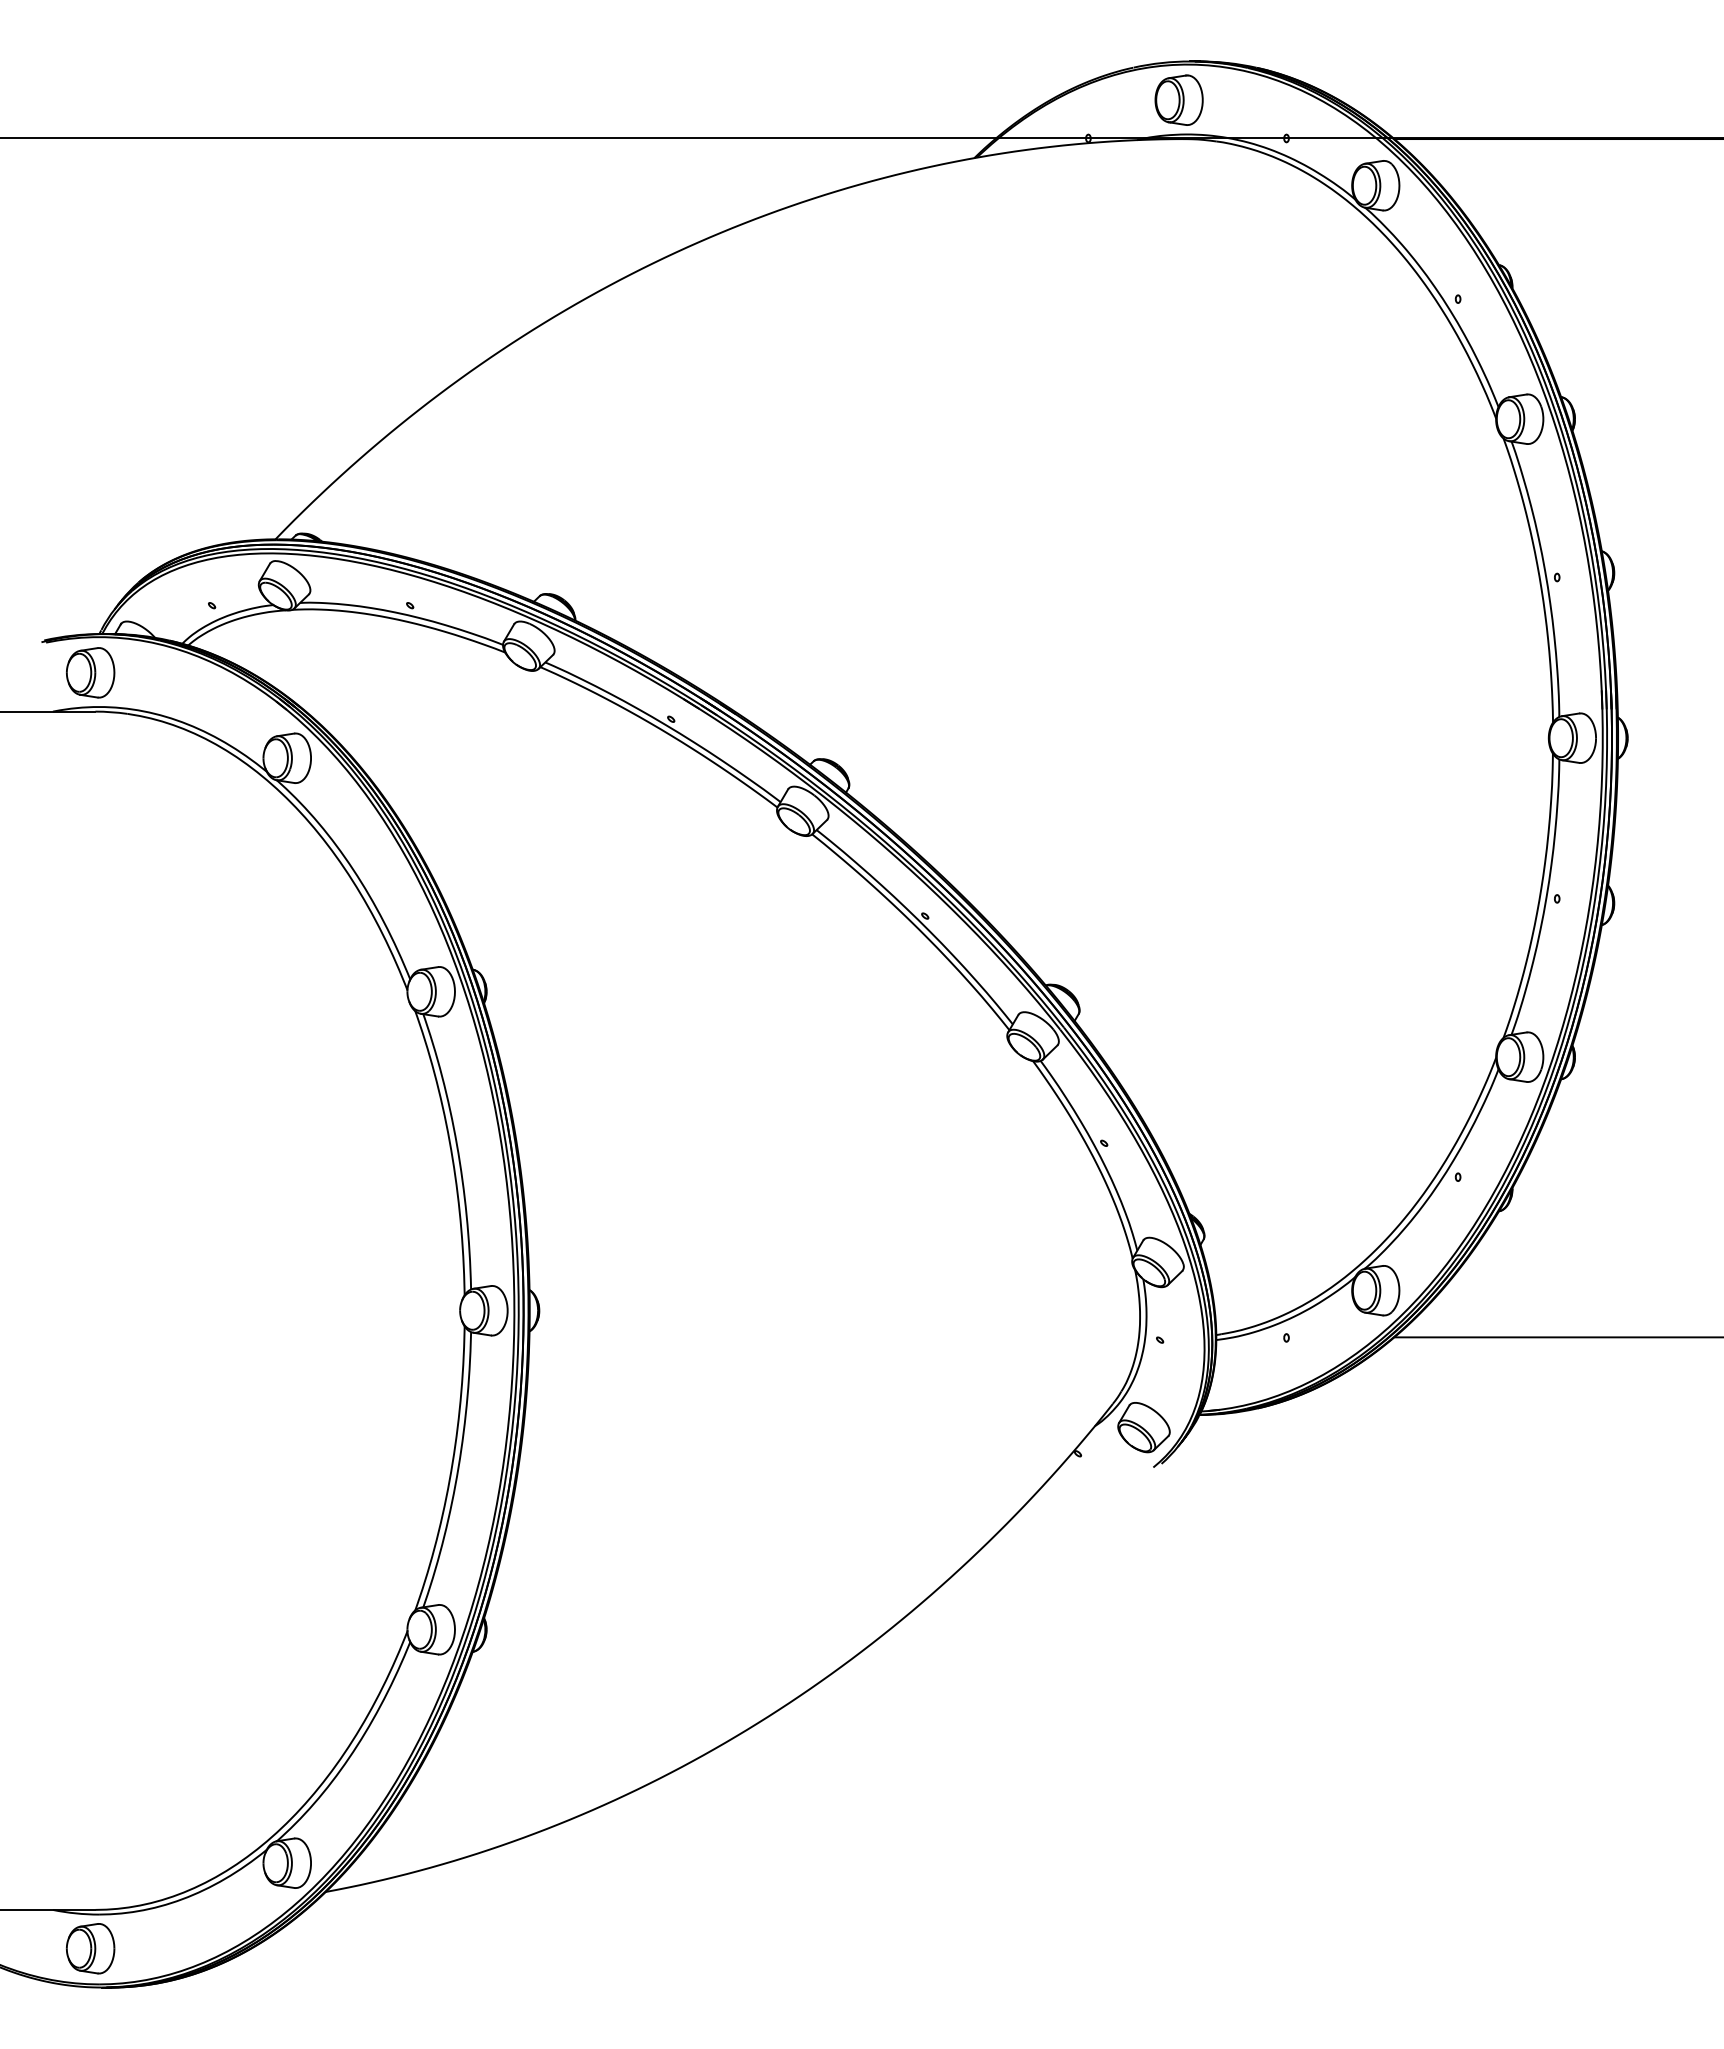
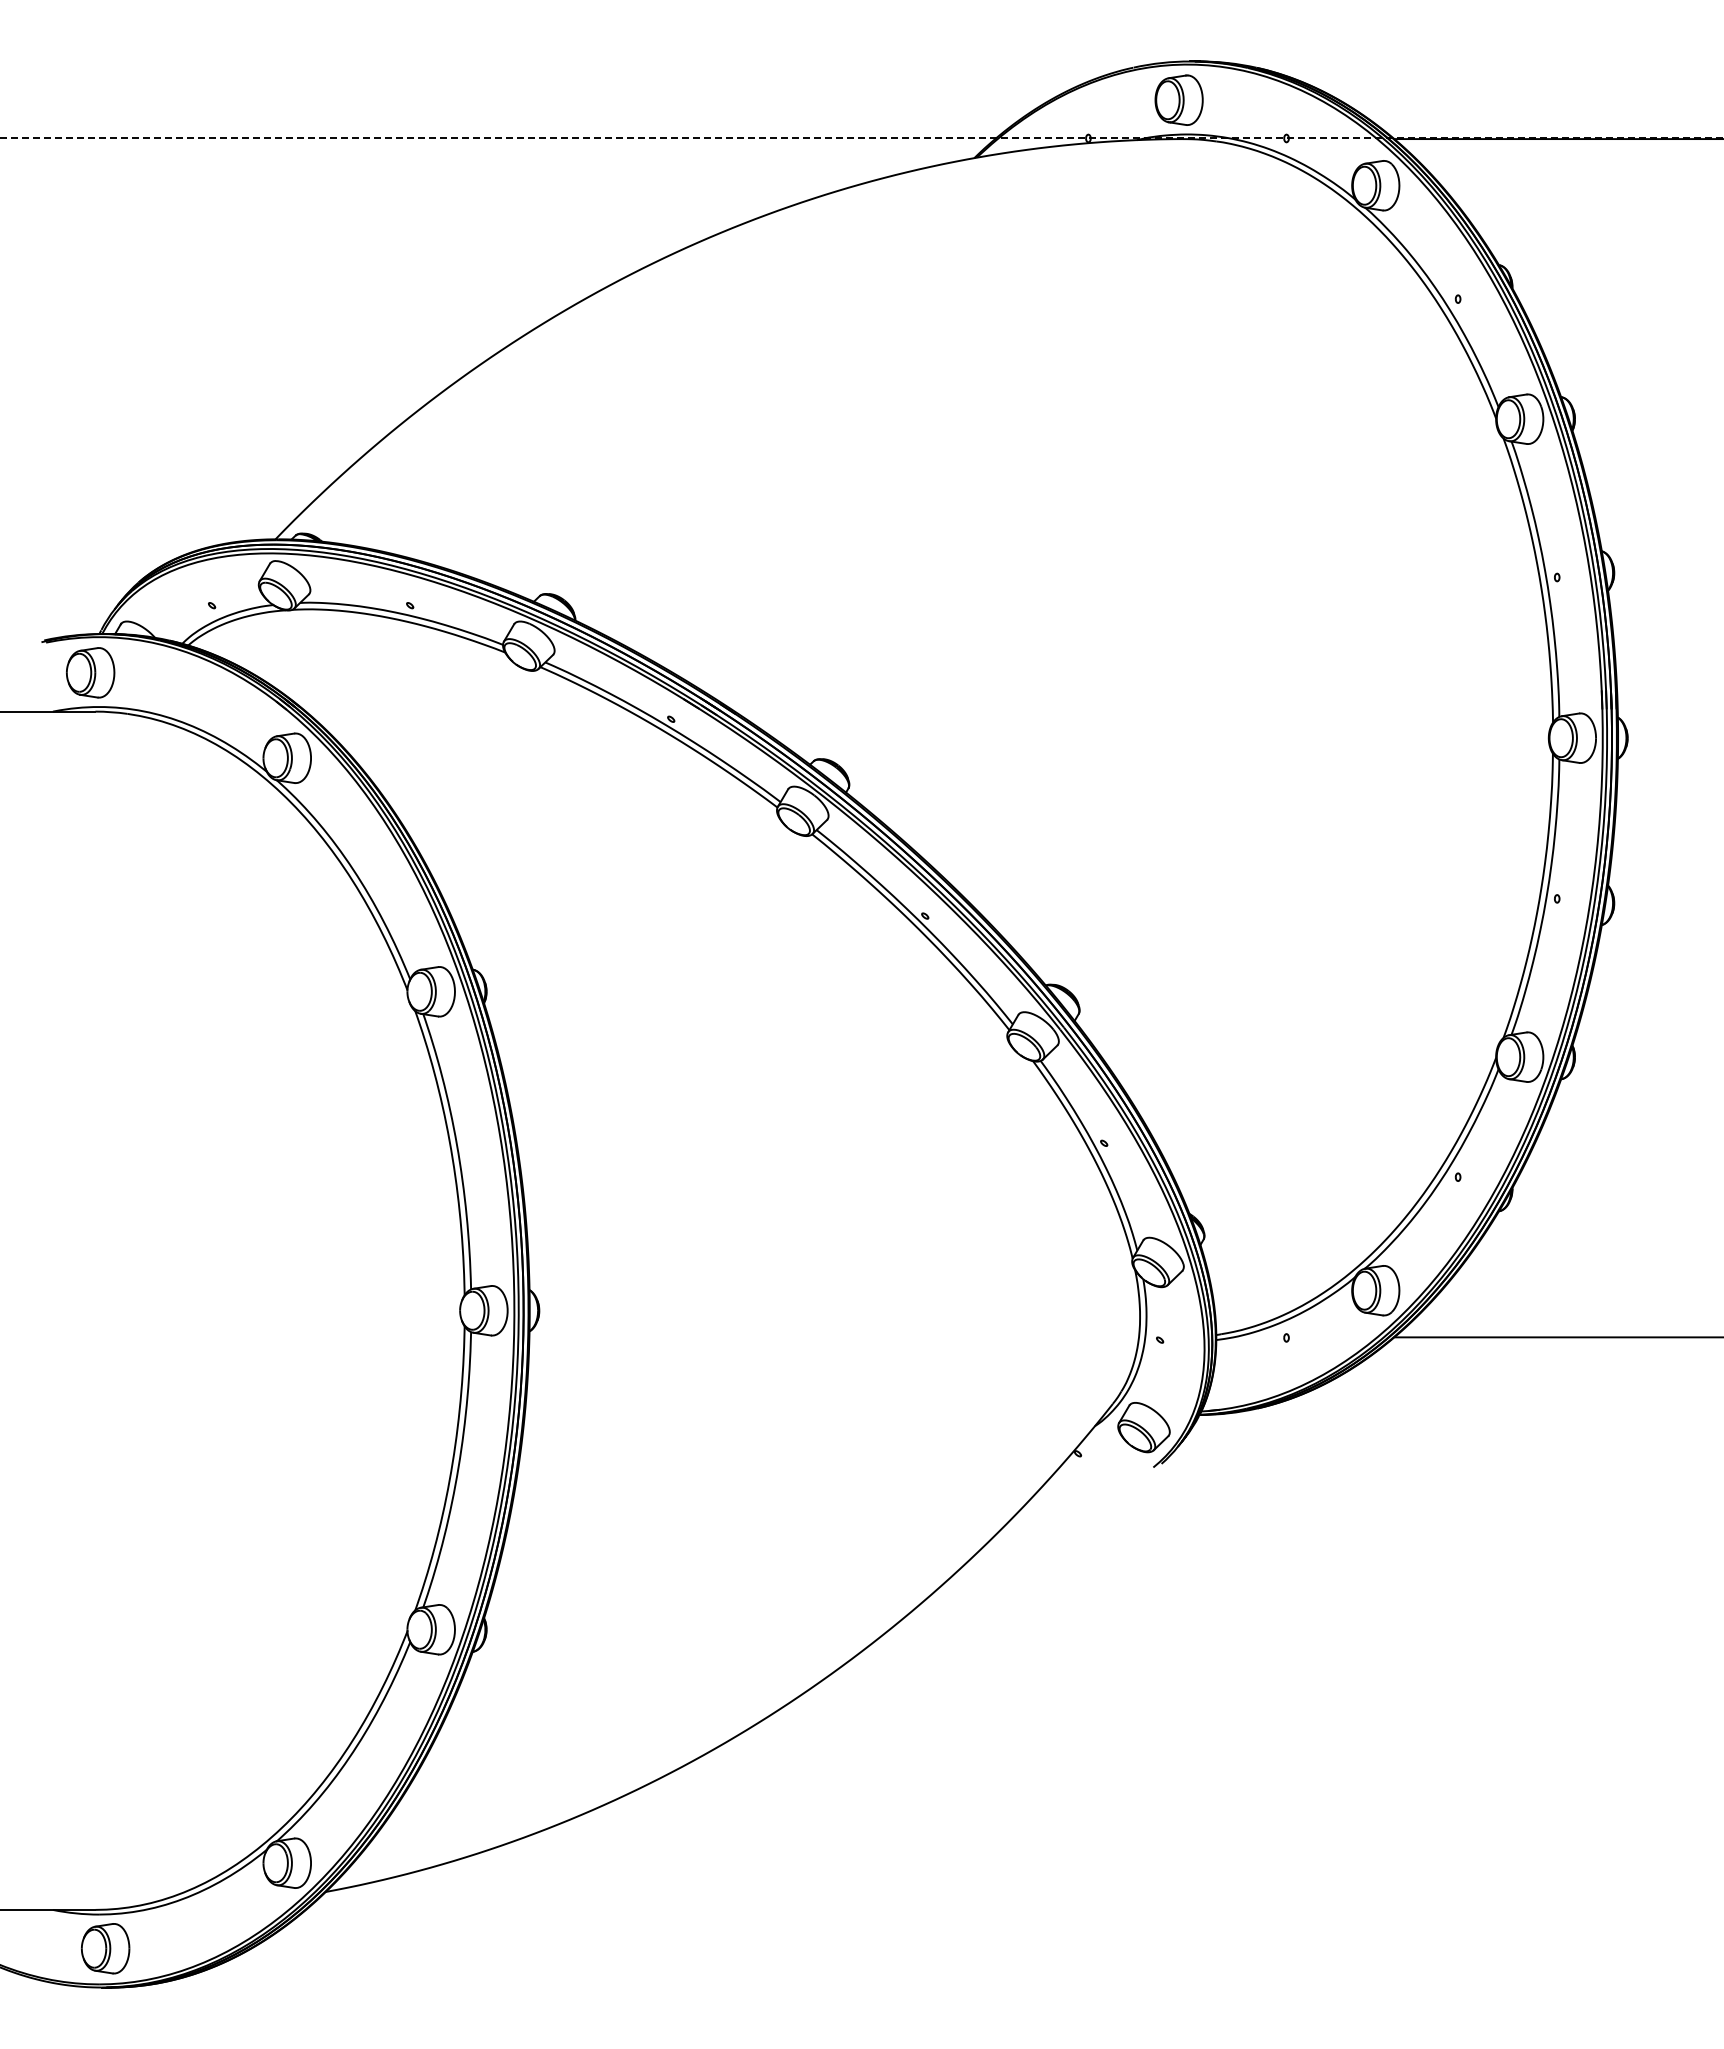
line at (862, 137): solid -> dashed
part at (90, 1948) position: (90, 1948) -> (105, 1948)
